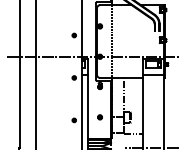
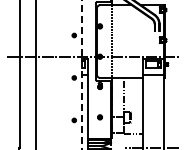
line at (81, 74): solid -> dashed
